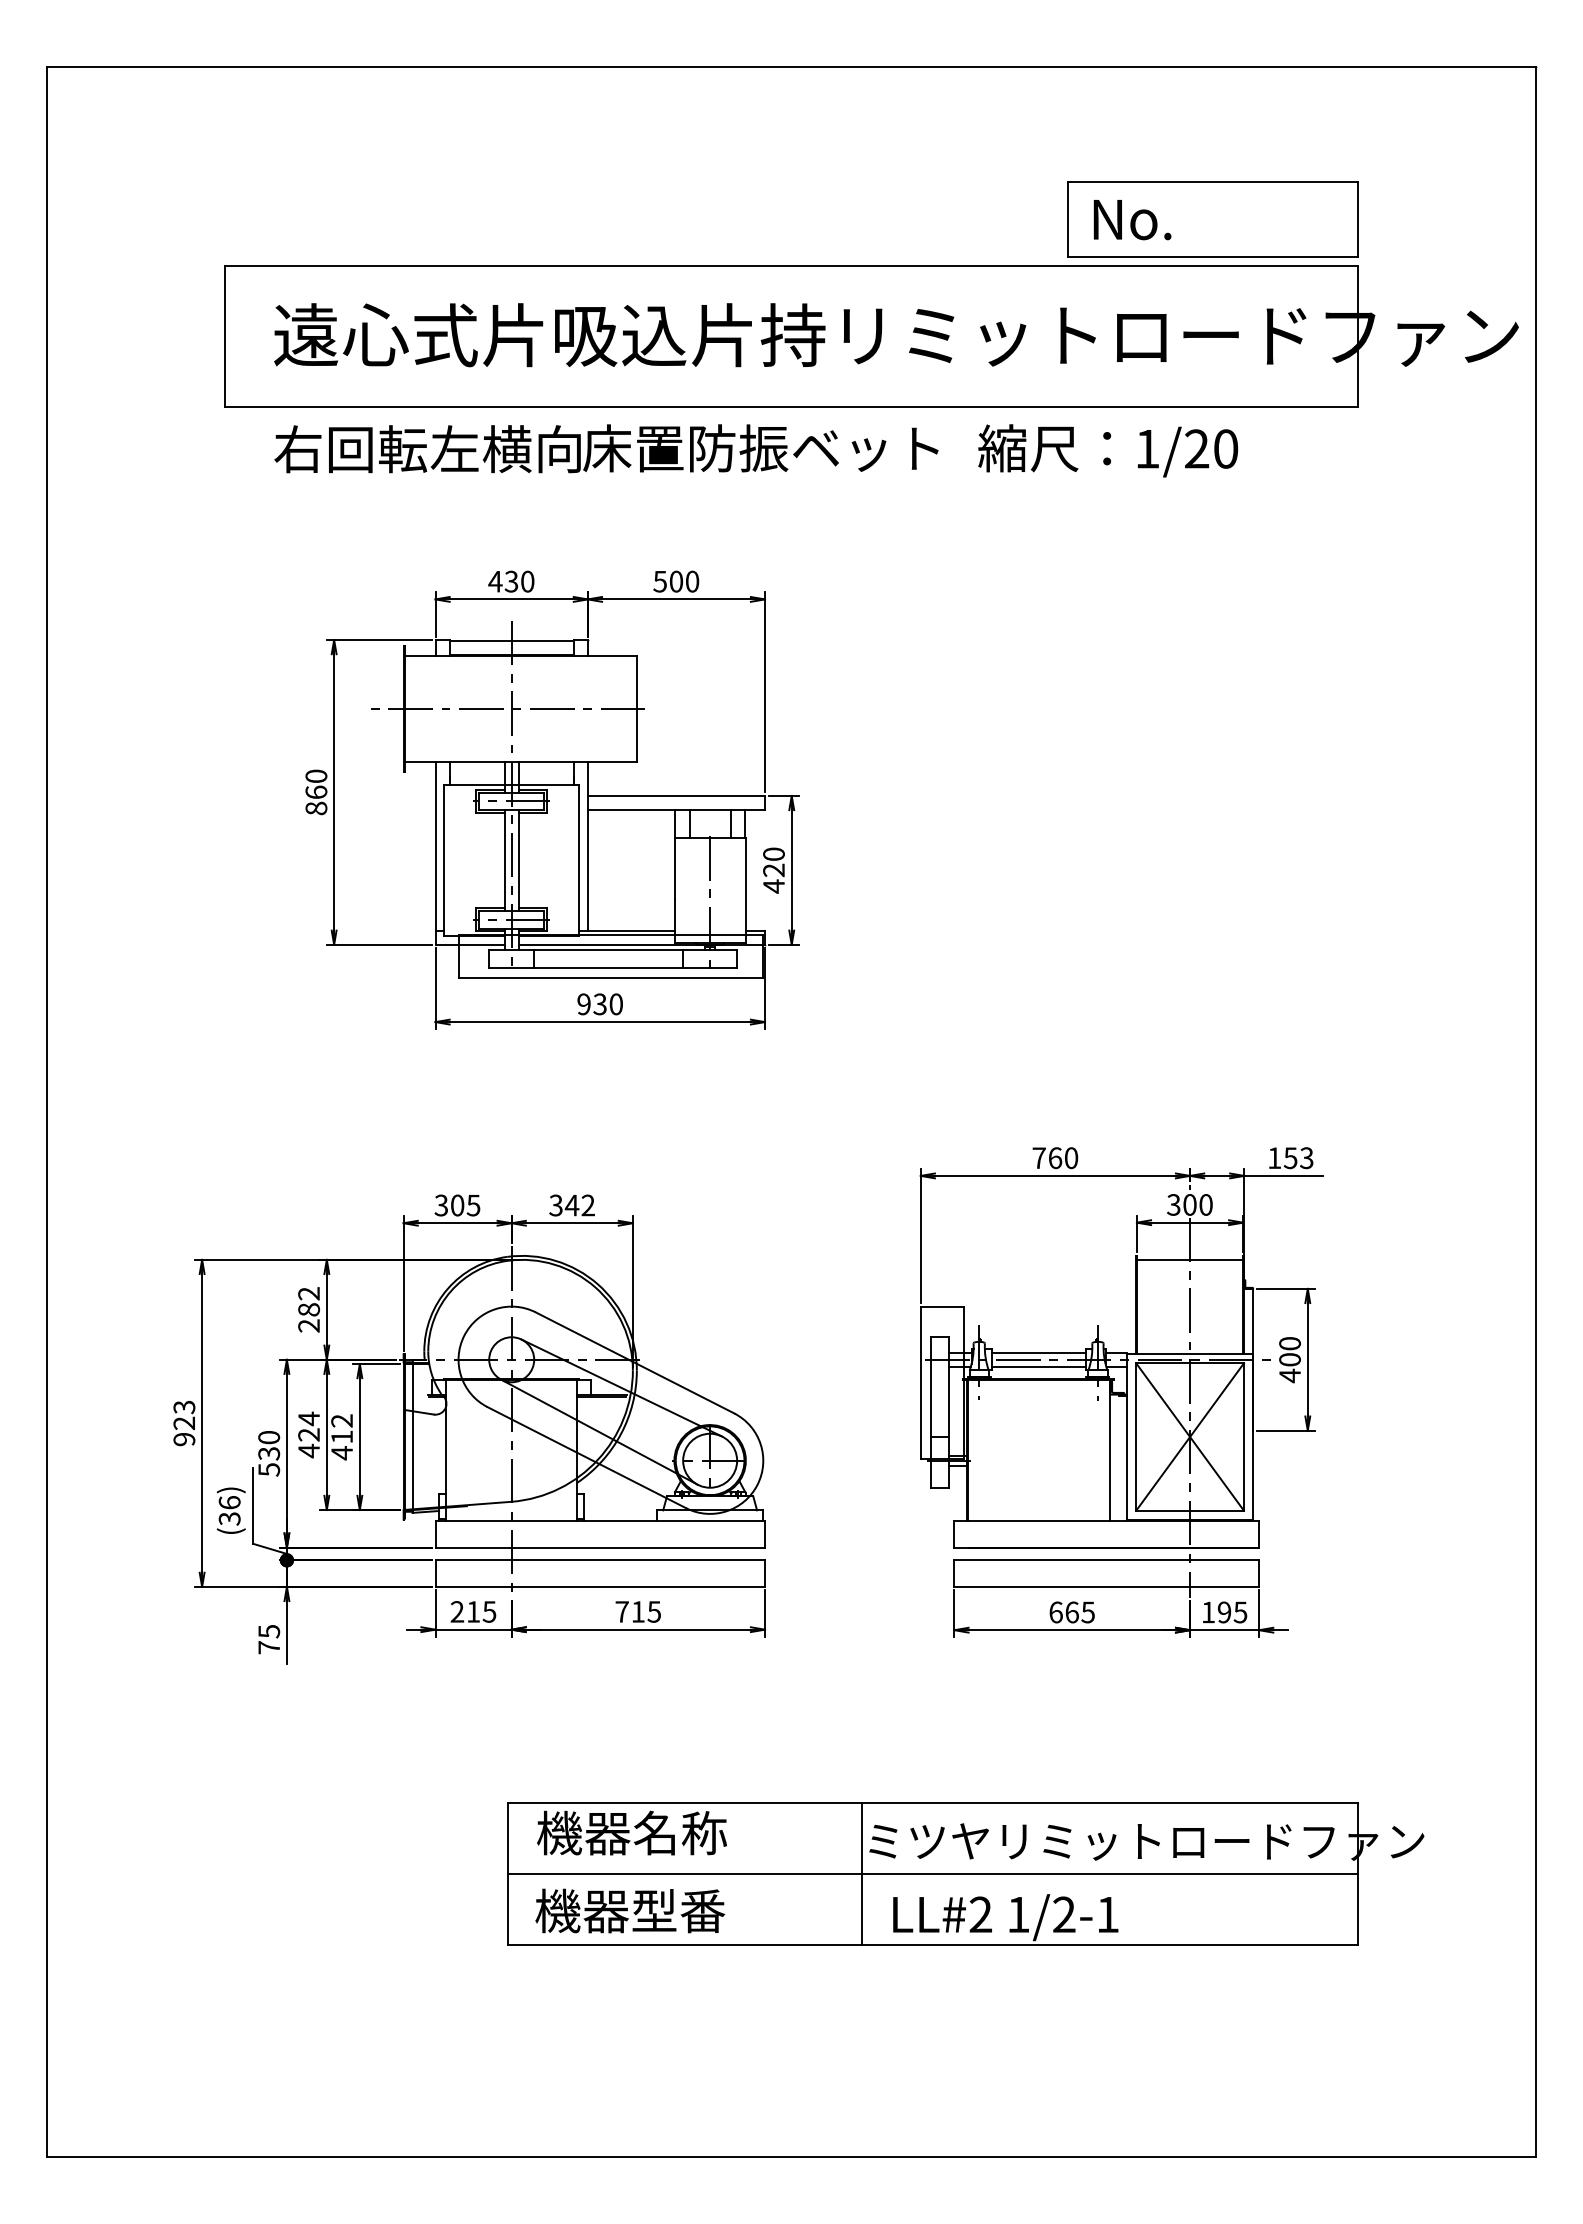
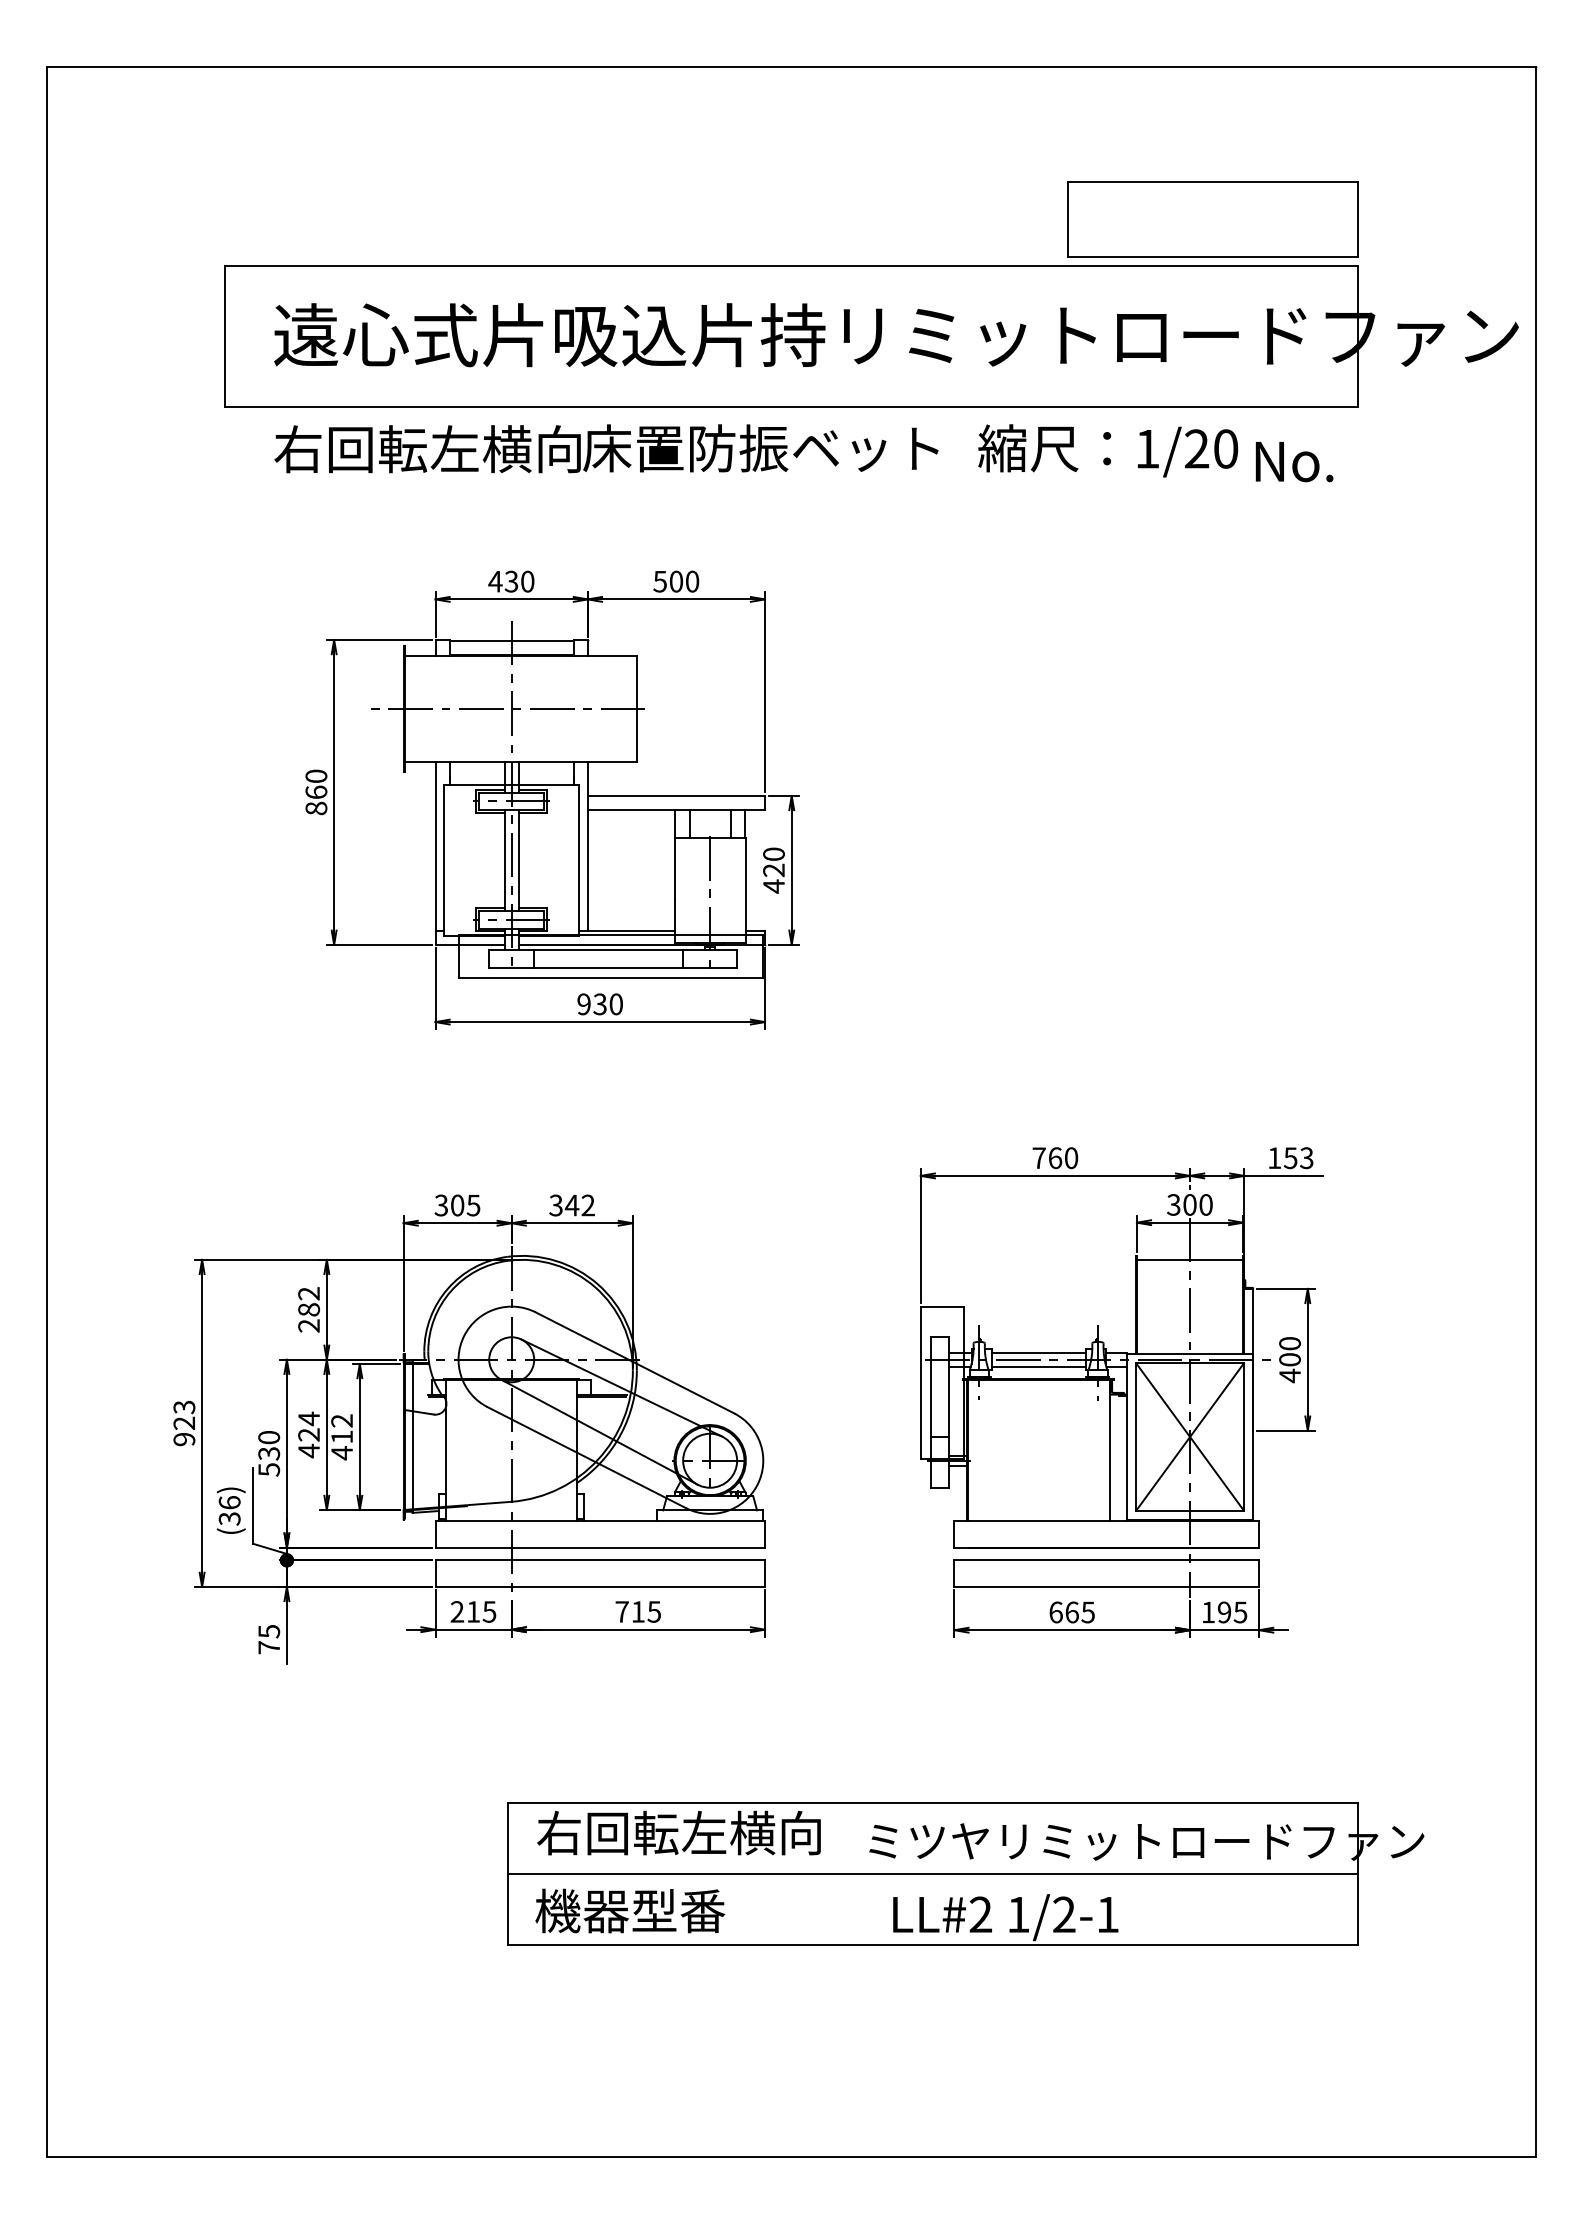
text at (1132, 220) position: (1132, 220) -> (1294, 462)
text at (678, 1832): 機器名称 -> 右回転左横向
line at (862, 1873): present -> none
